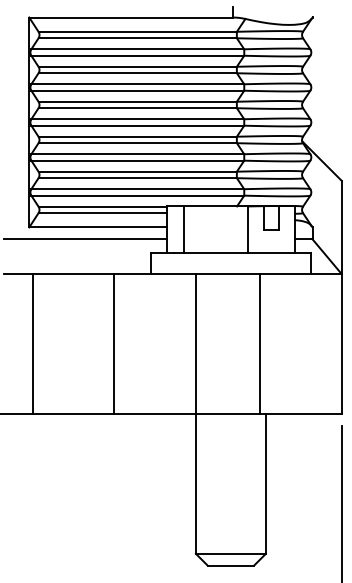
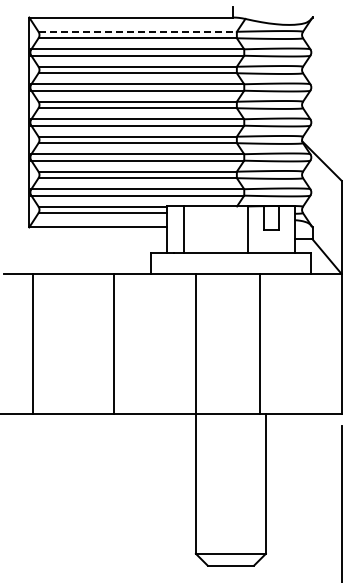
line at (138, 31): solid -> dashed
line at (85, 239): present -> none
